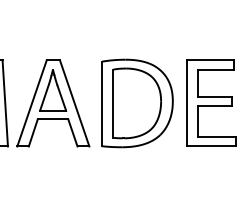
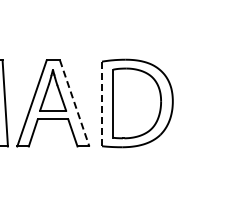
part at (211, 102): present -> none
line at (74, 103): solid -> dashed
line at (102, 103): solid -> dashed
